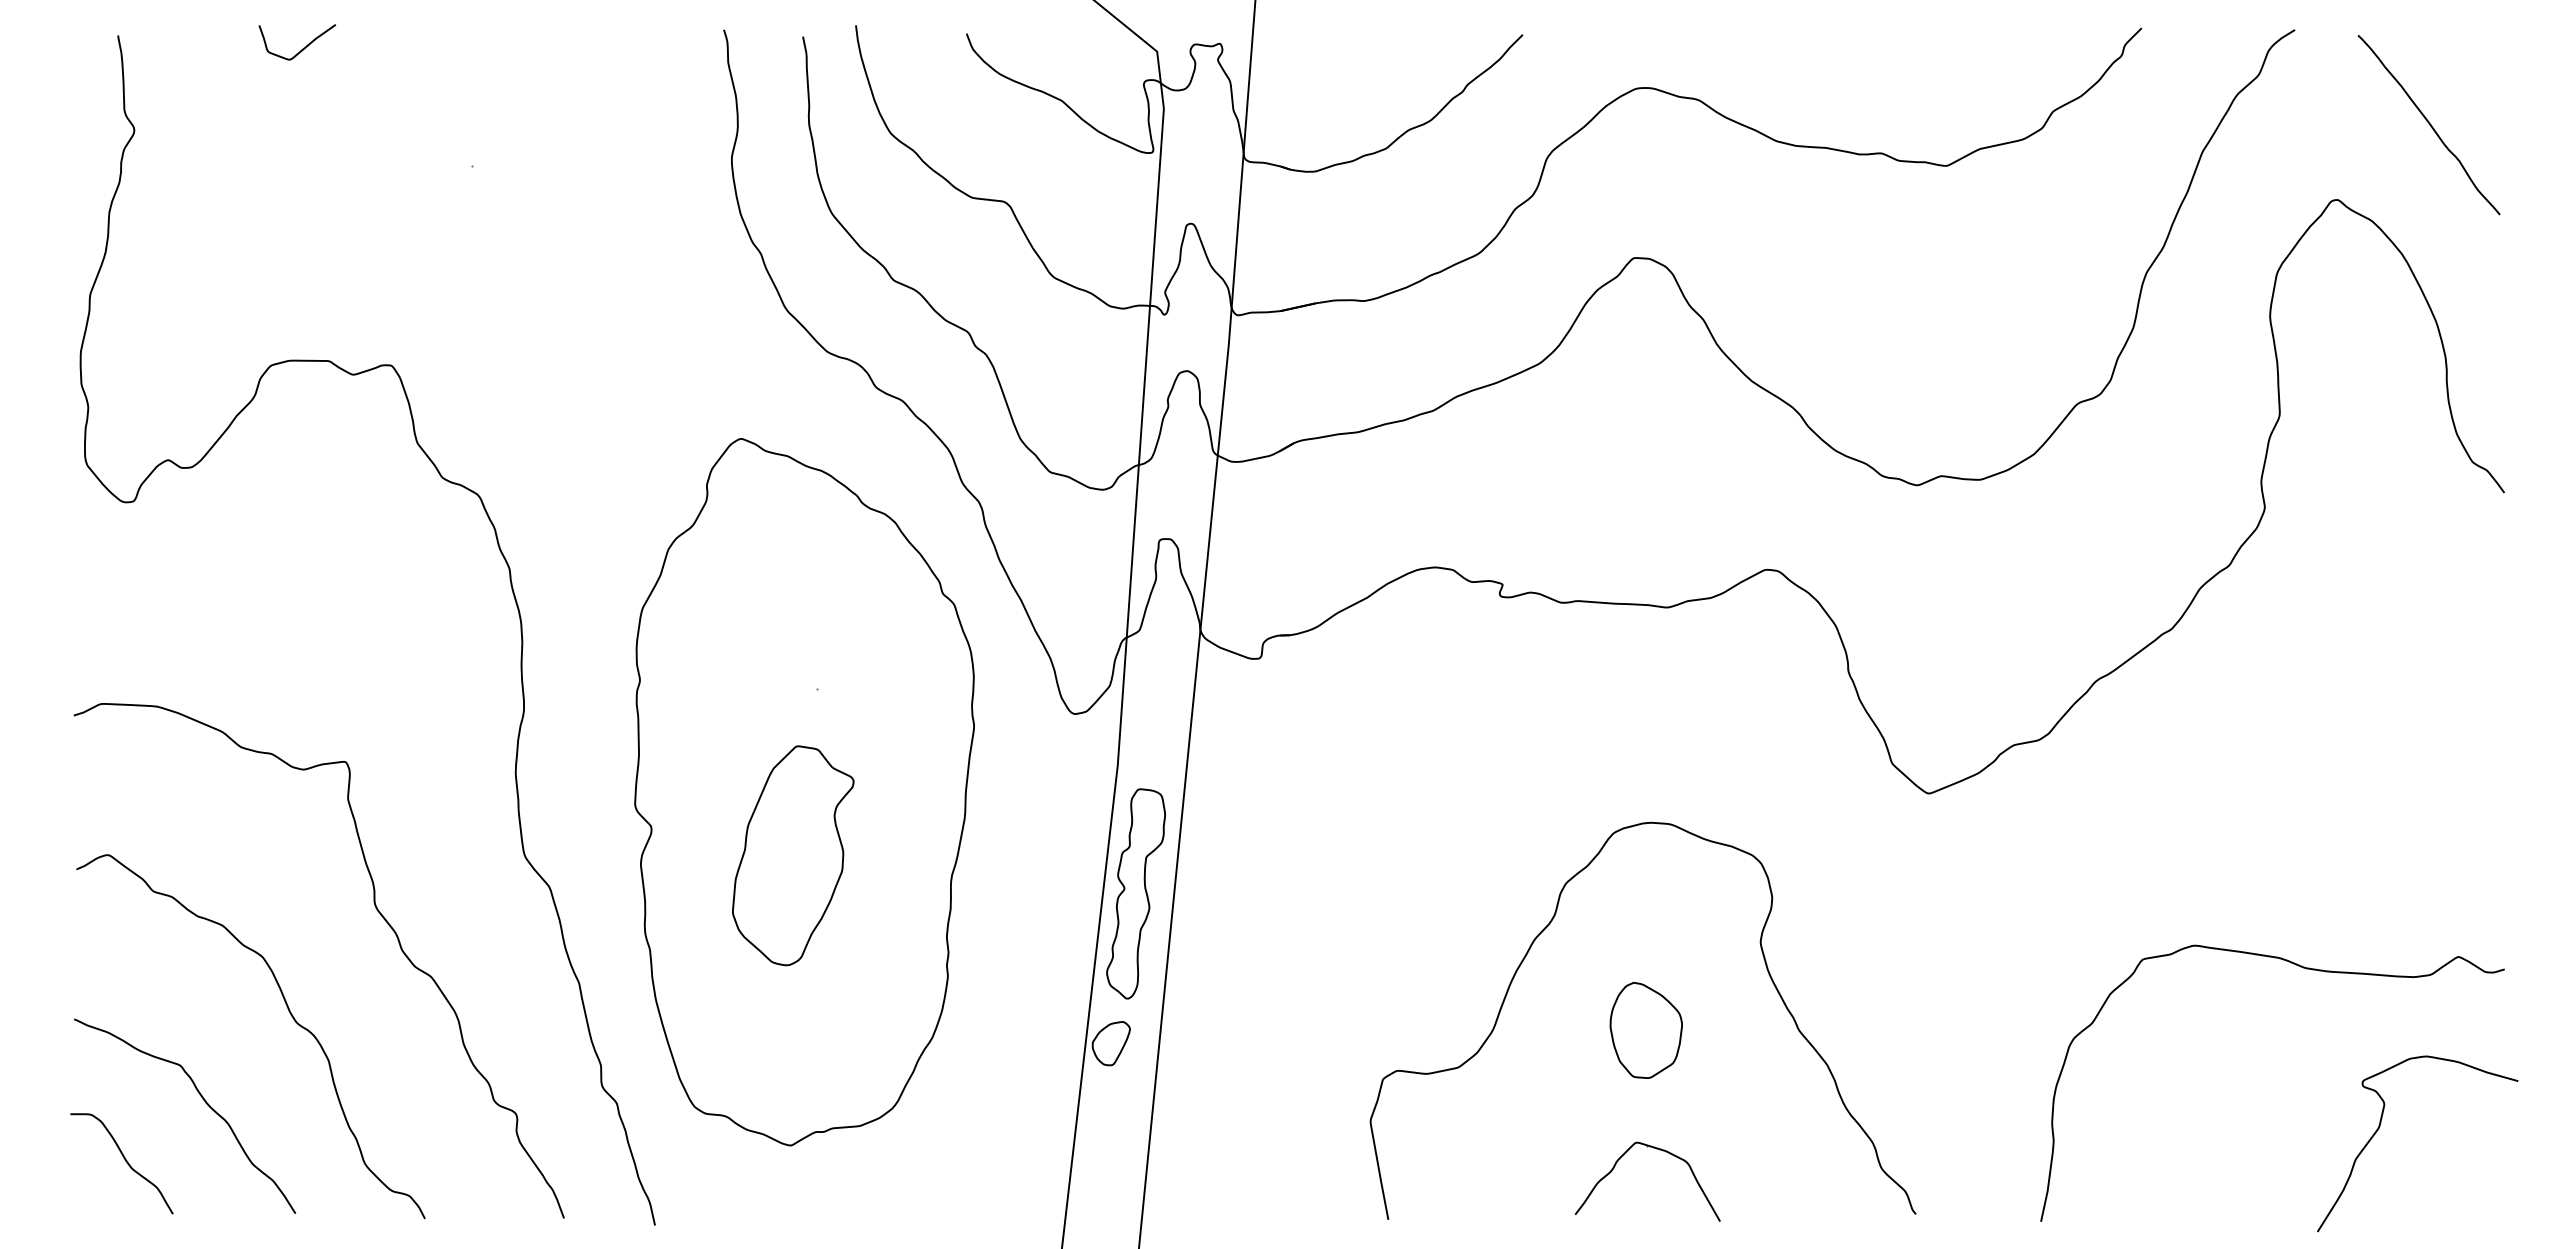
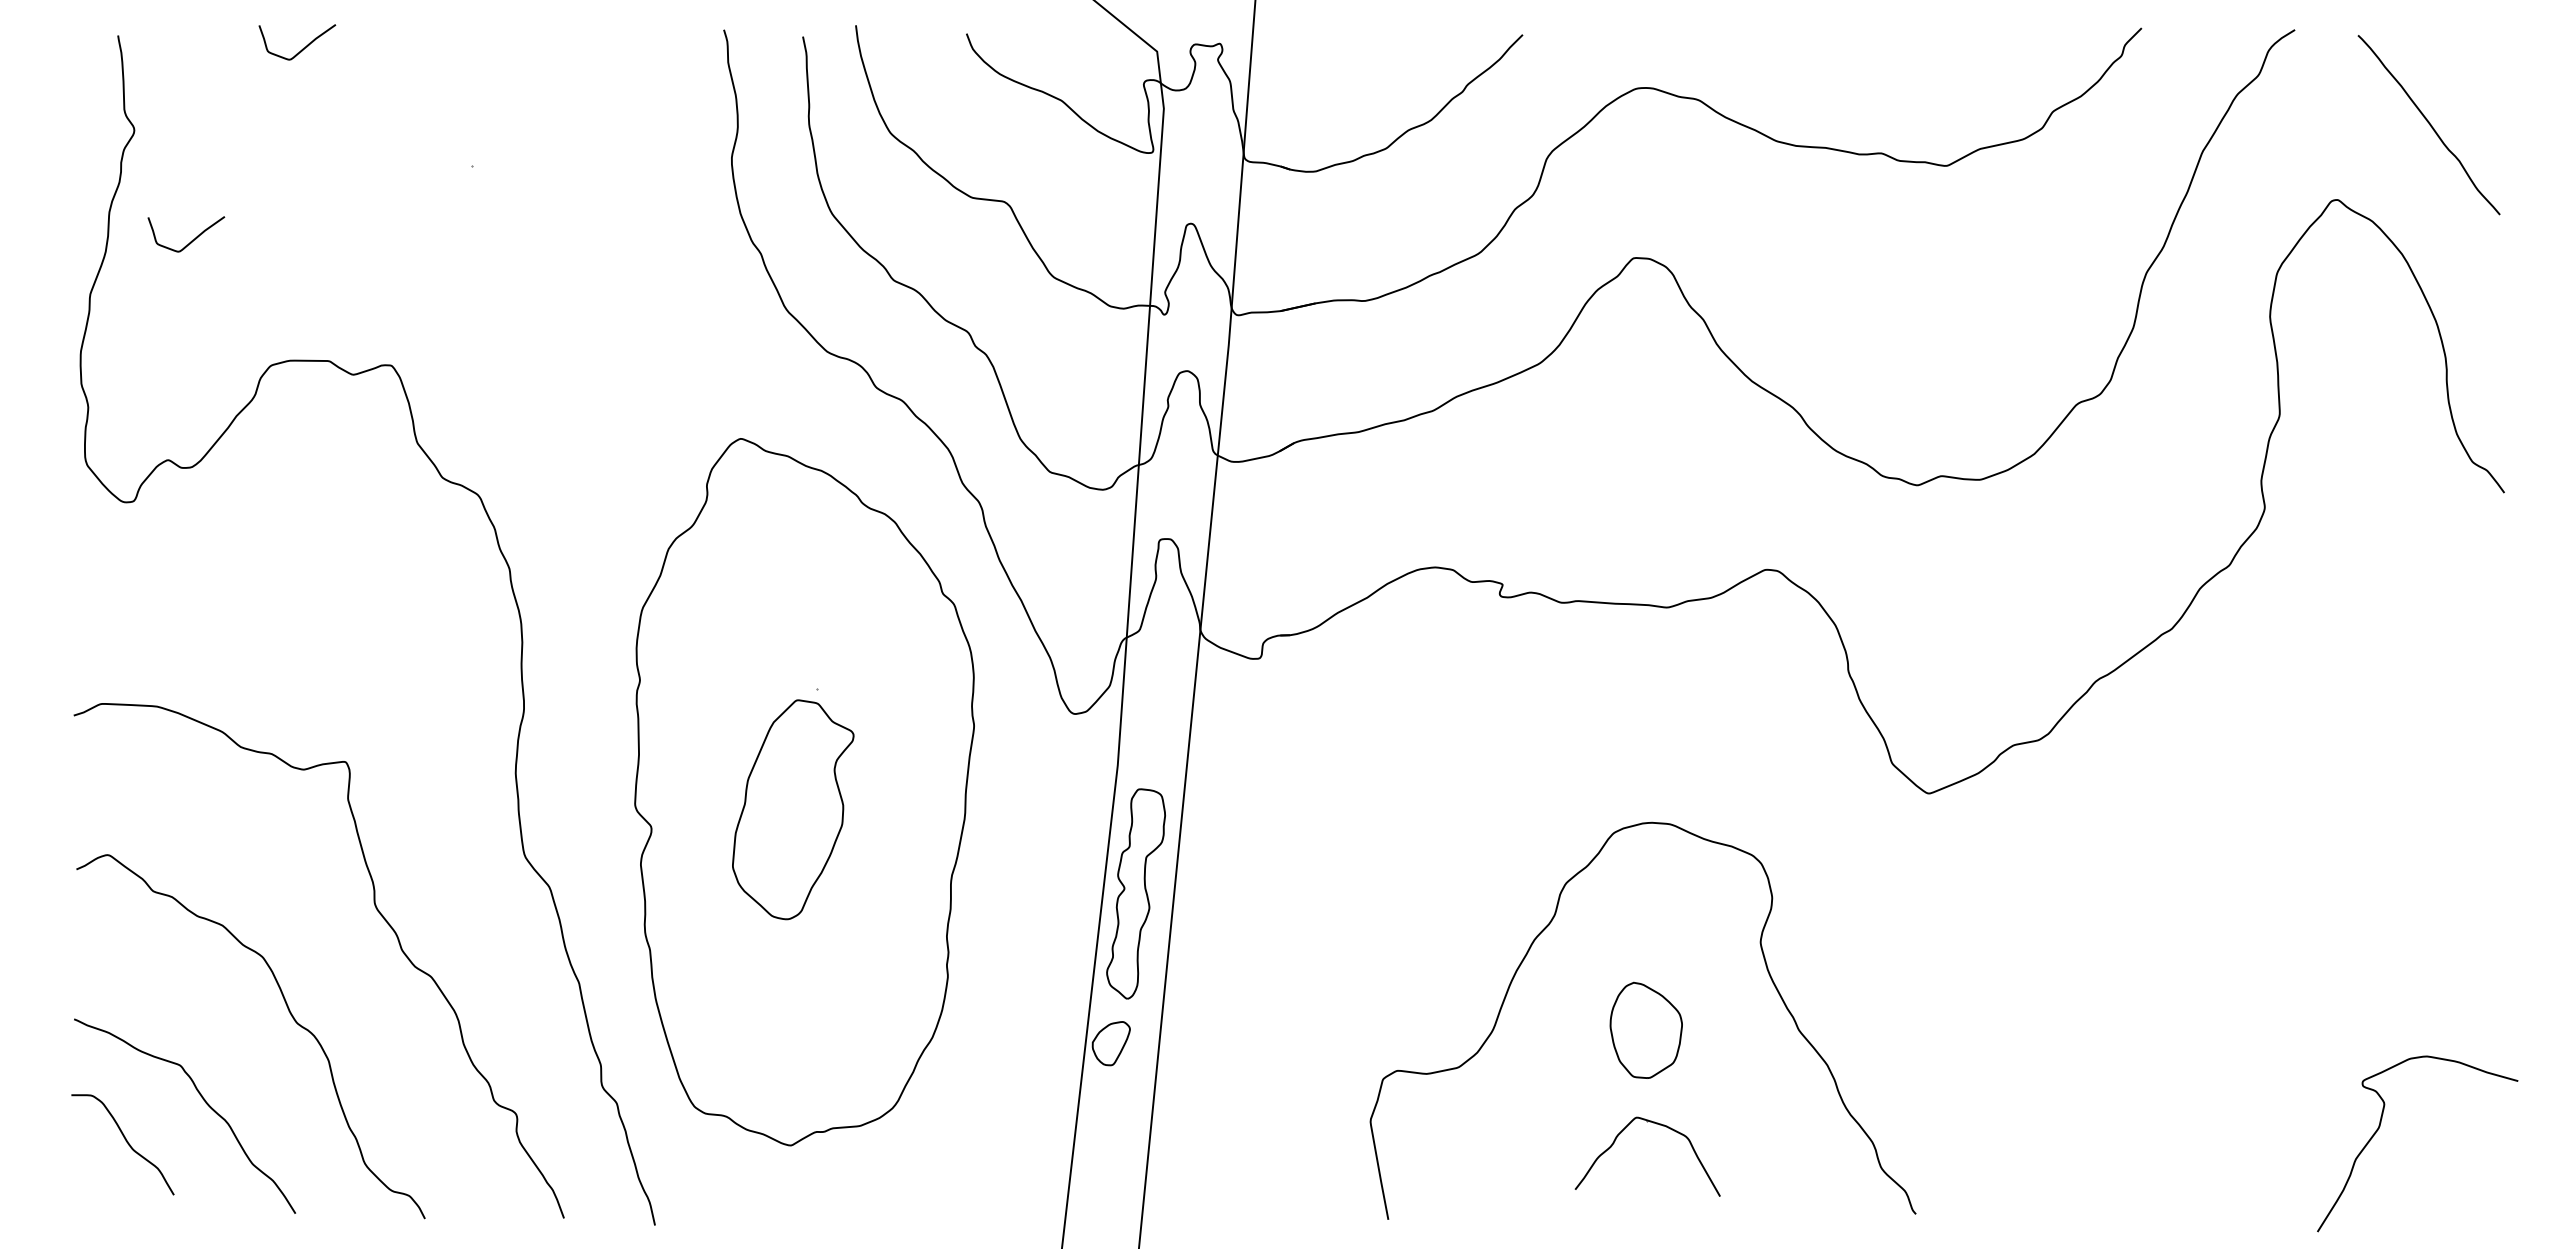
curve at (192, 239): none -> present
part at (793, 855) position: (793, 855) -> (793, 809)
curve at (2306, 969): present -> none
part at (1656, 1149) position: (1656, 1149) -> (1656, 1124)
curve at (124, 1160) position: (124, 1160) -> (125, 1141)
